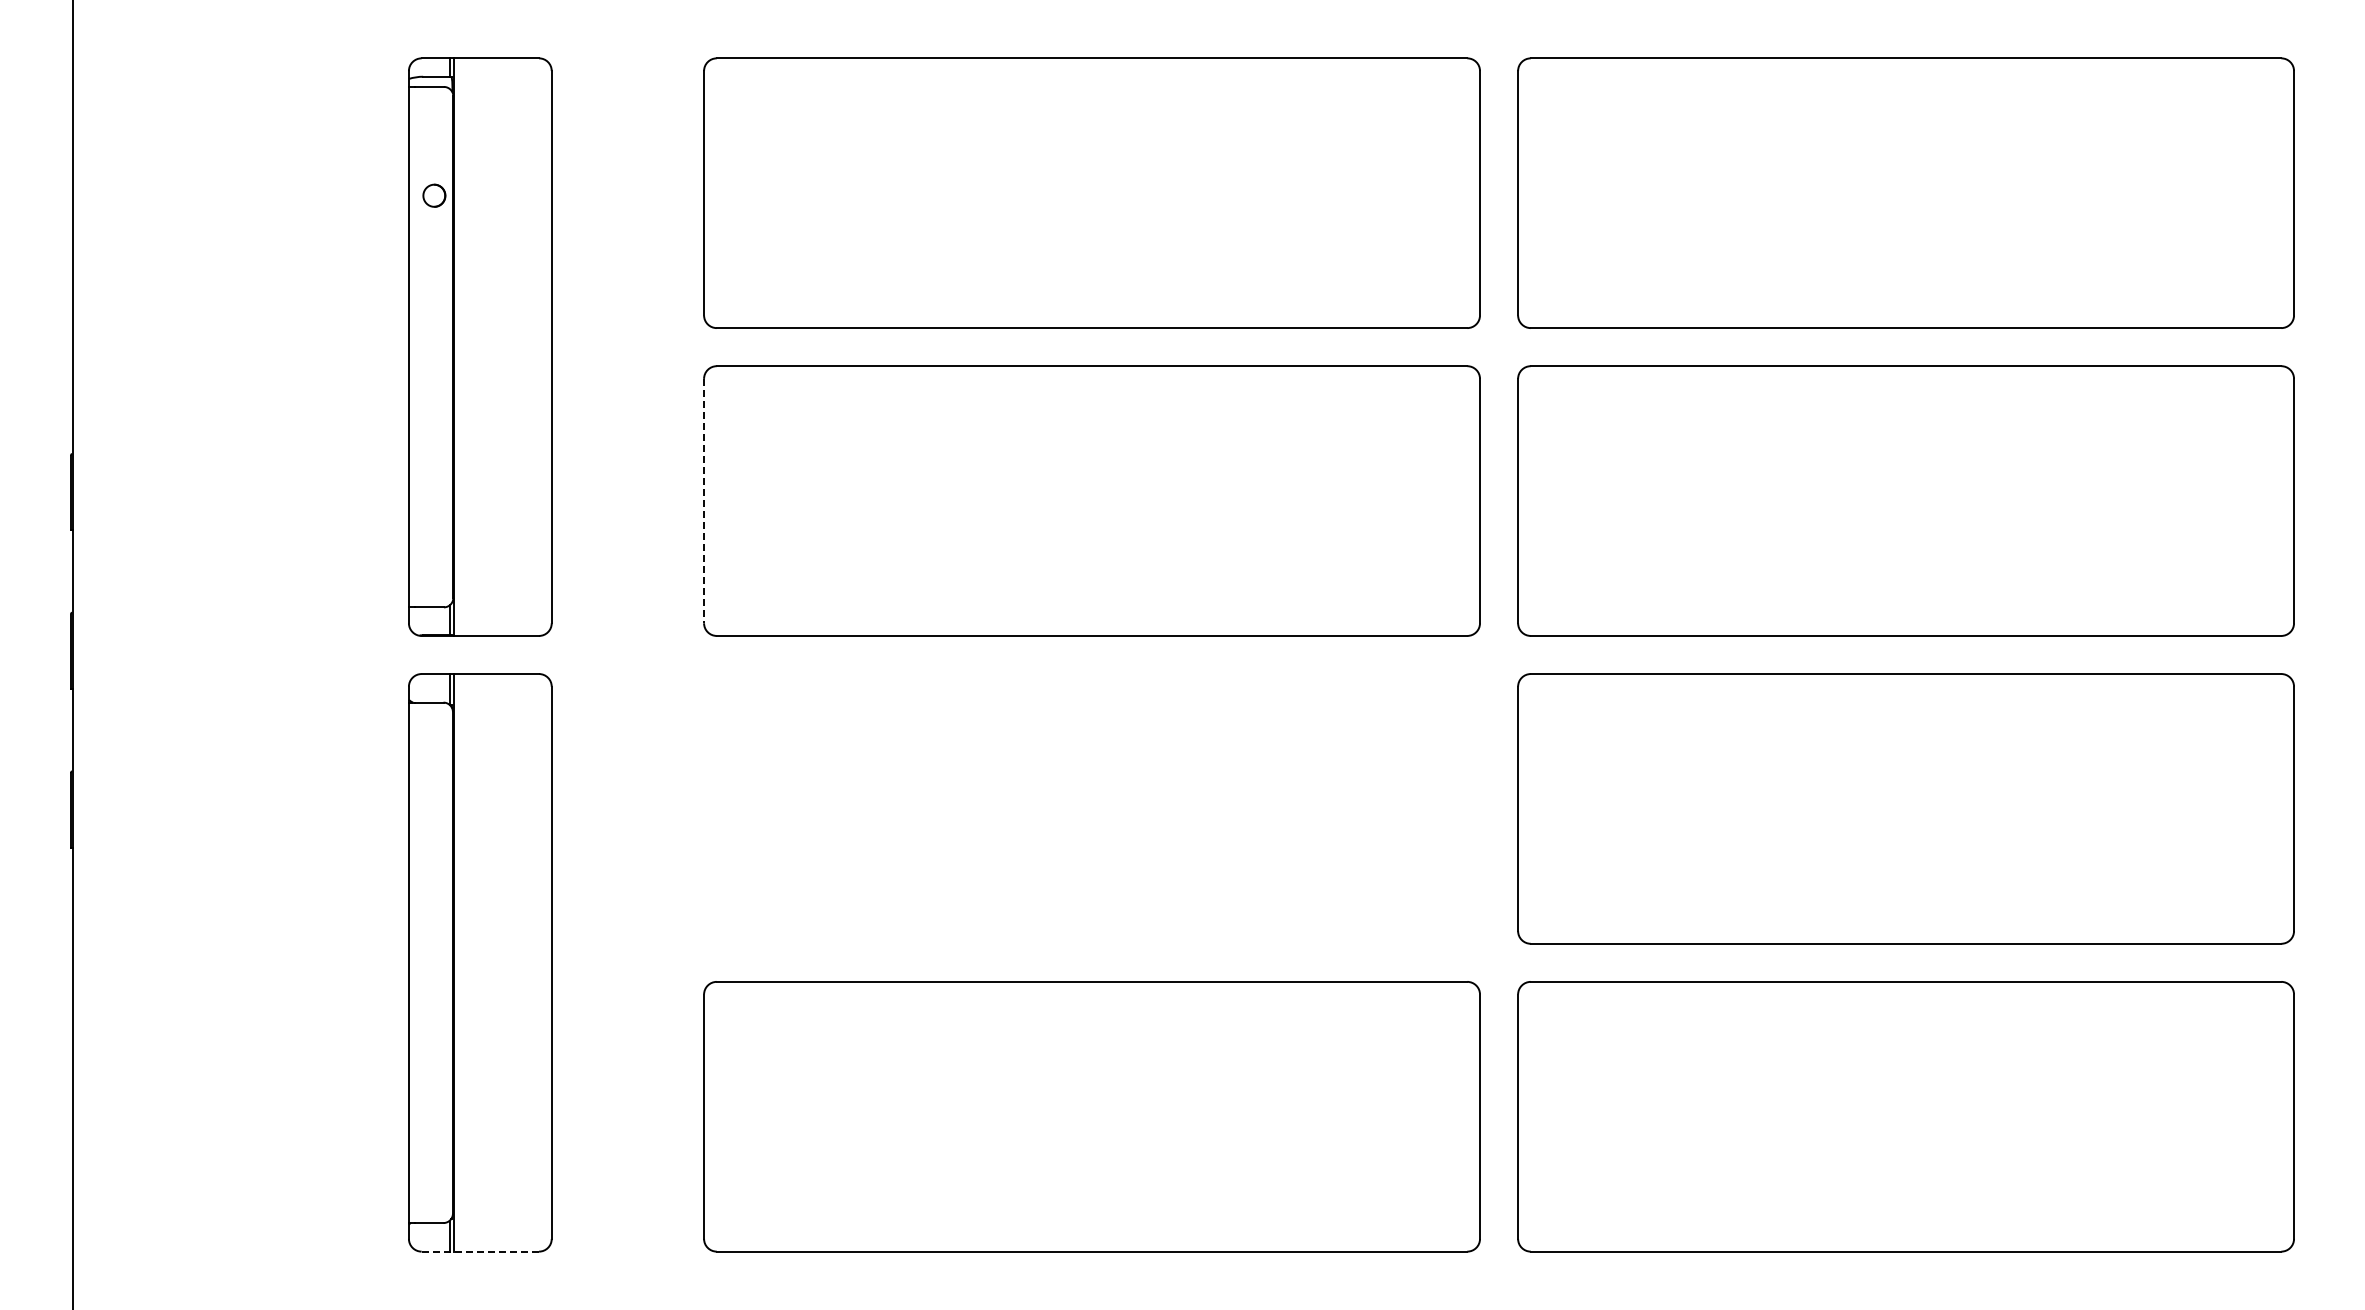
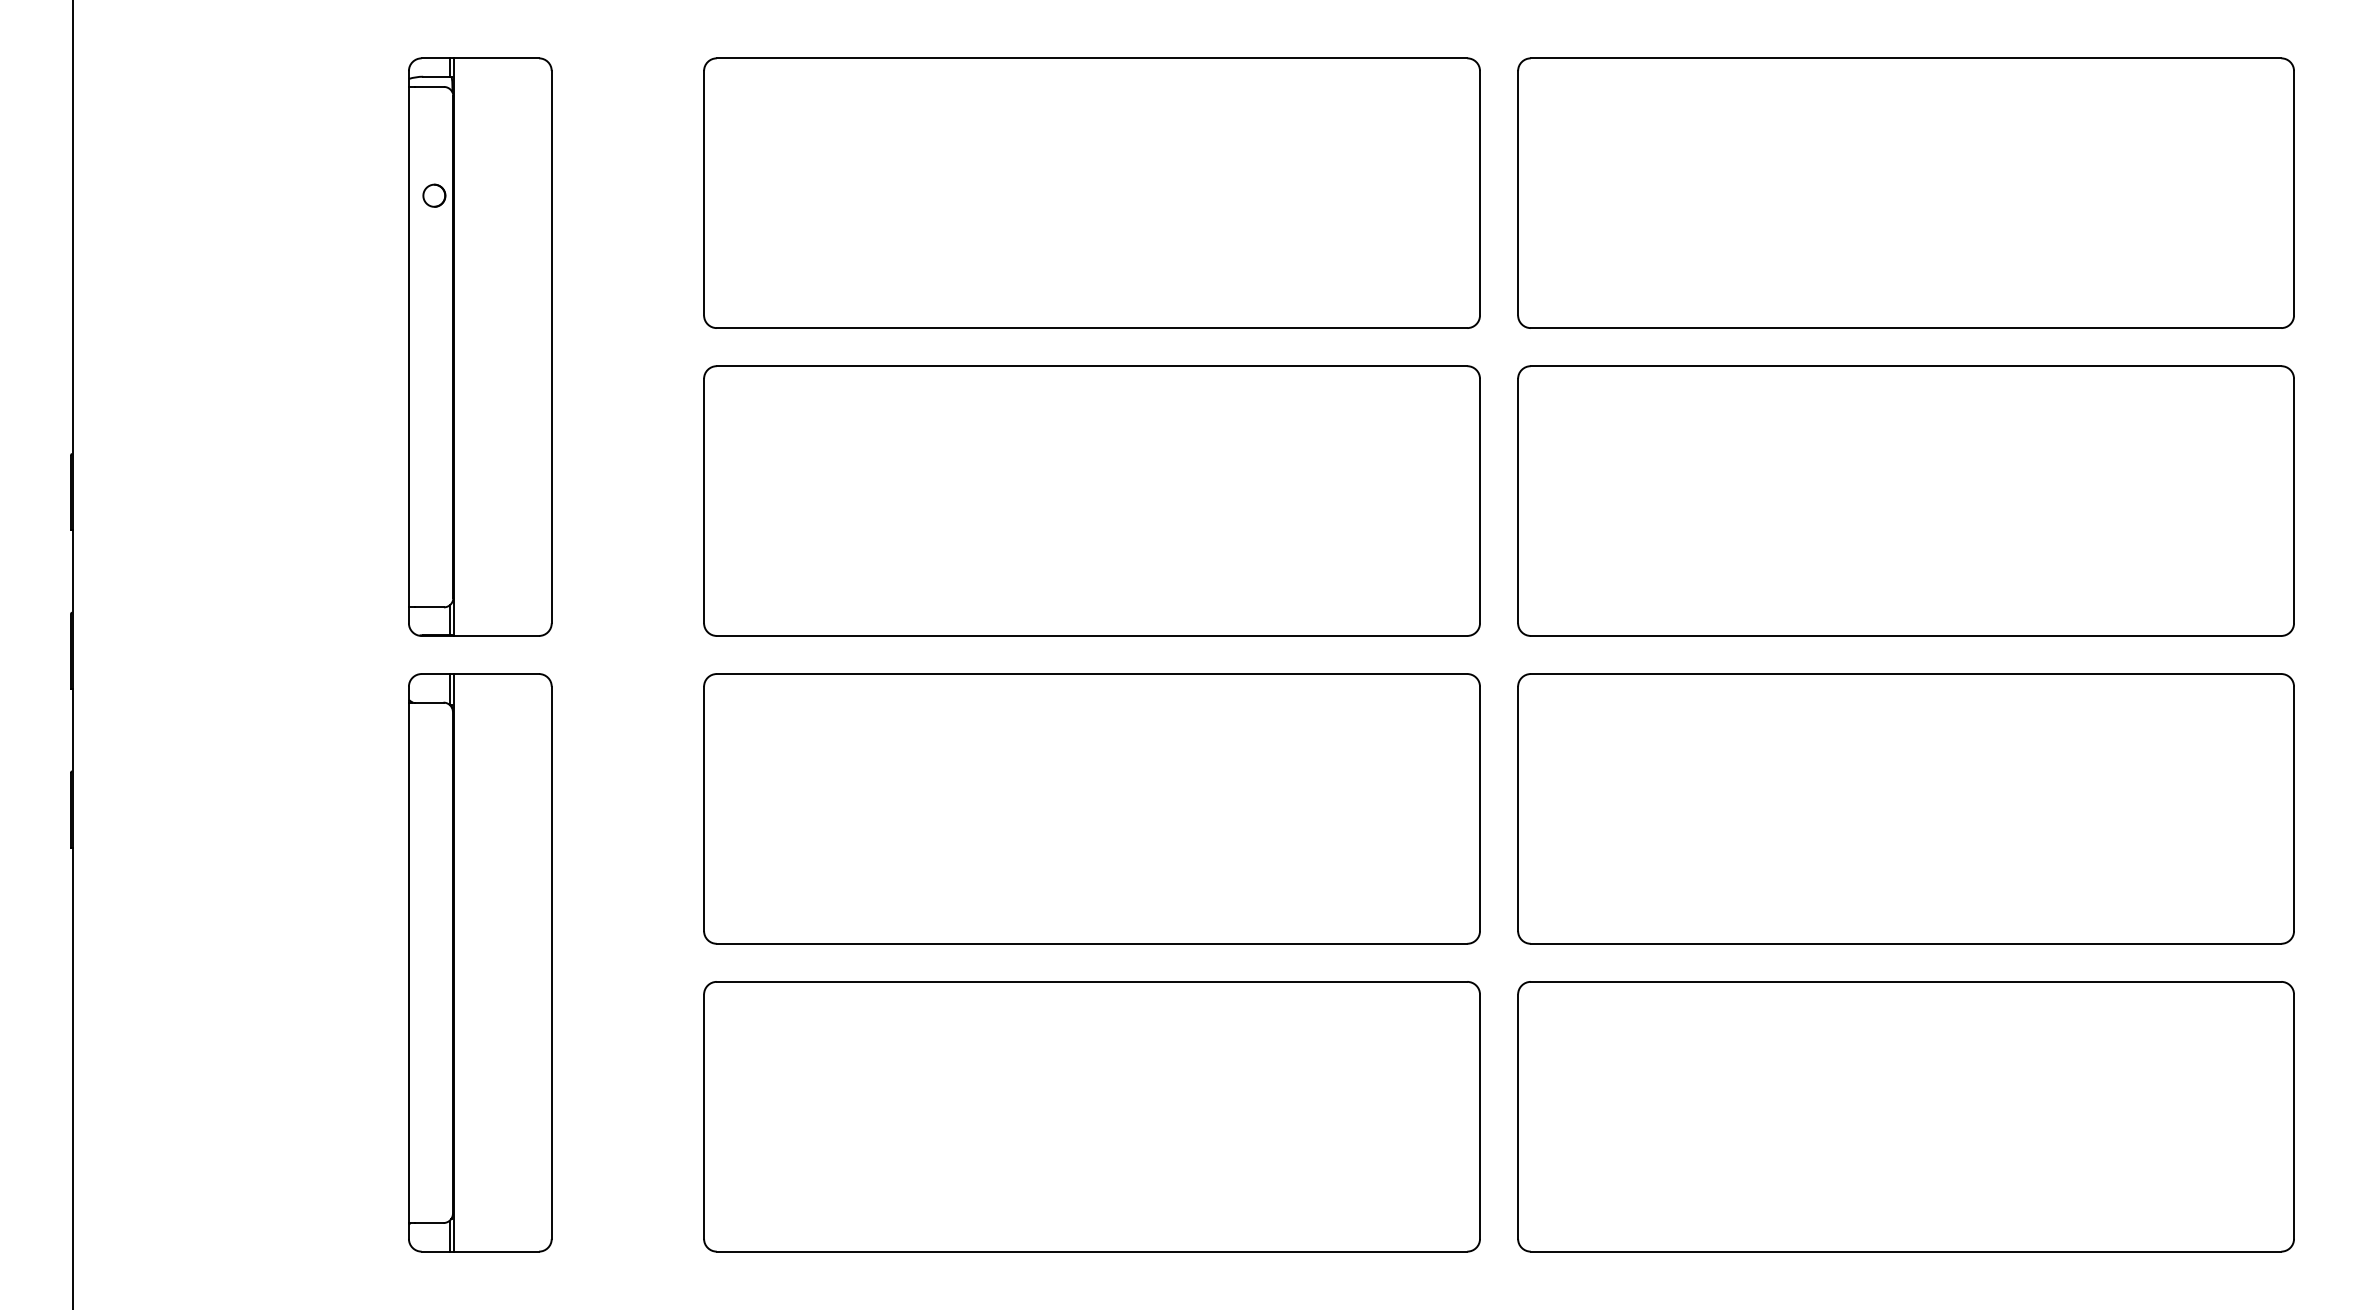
line at (704, 501): dashed -> solid
part at (1091, 808): none -> present
line at (480, 1251): dashed -> solid
